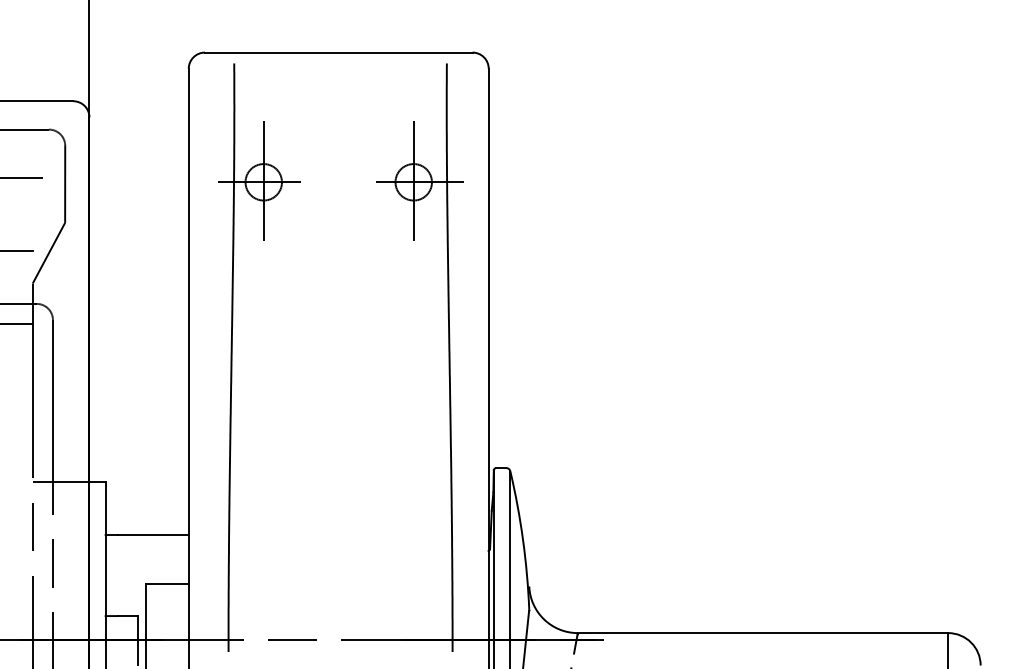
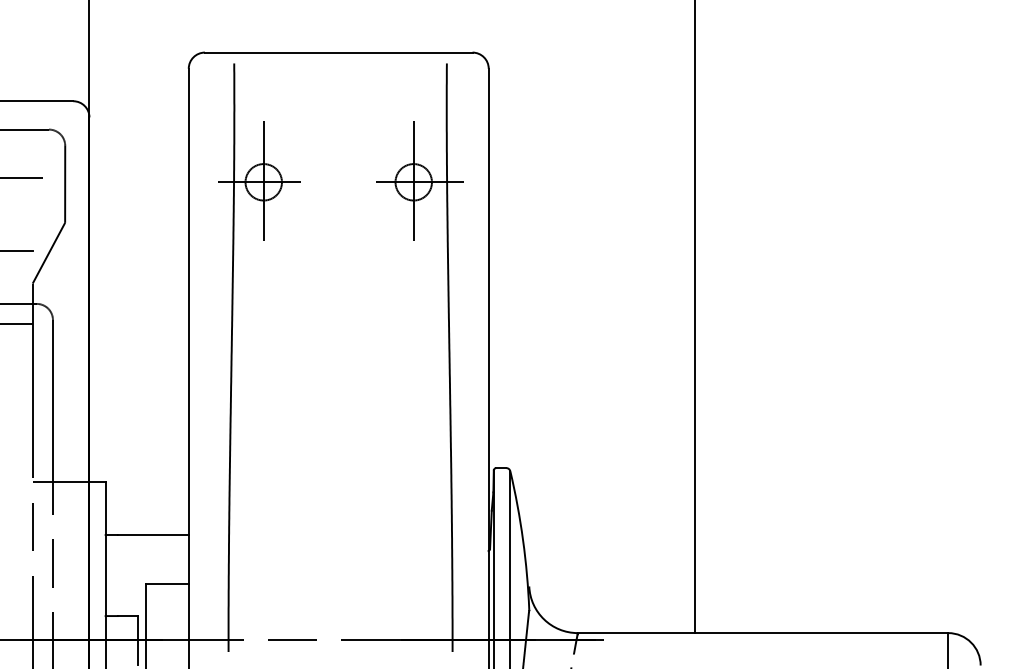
line at (695, 317): none -> present
